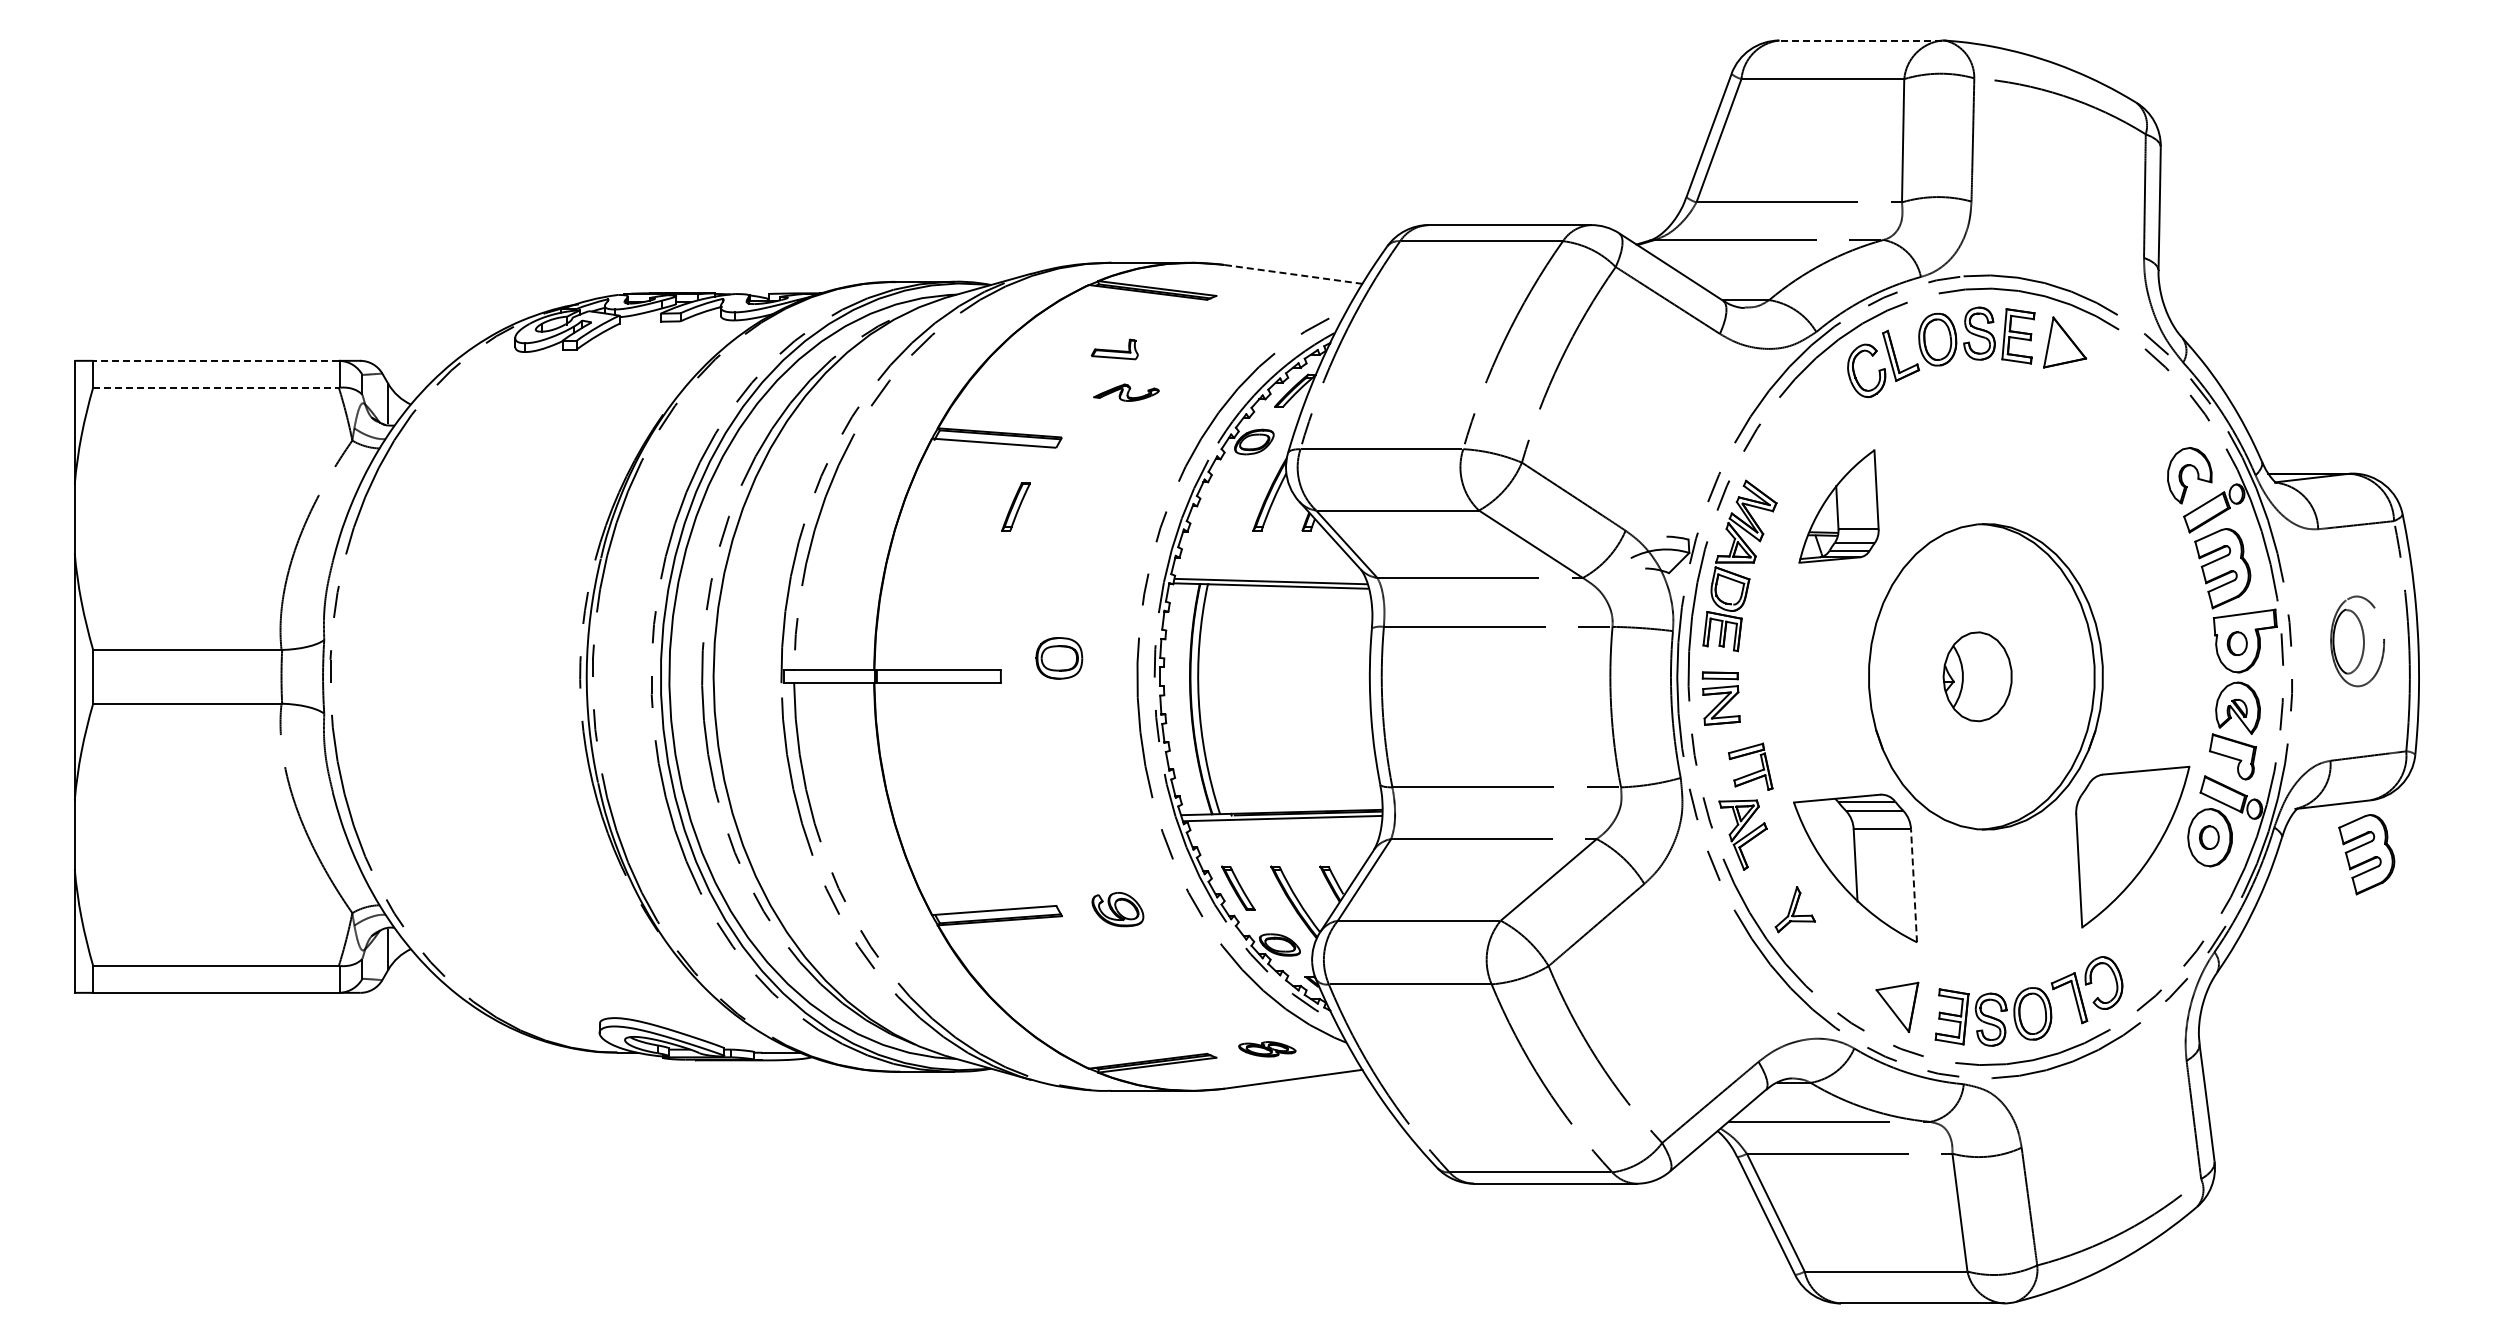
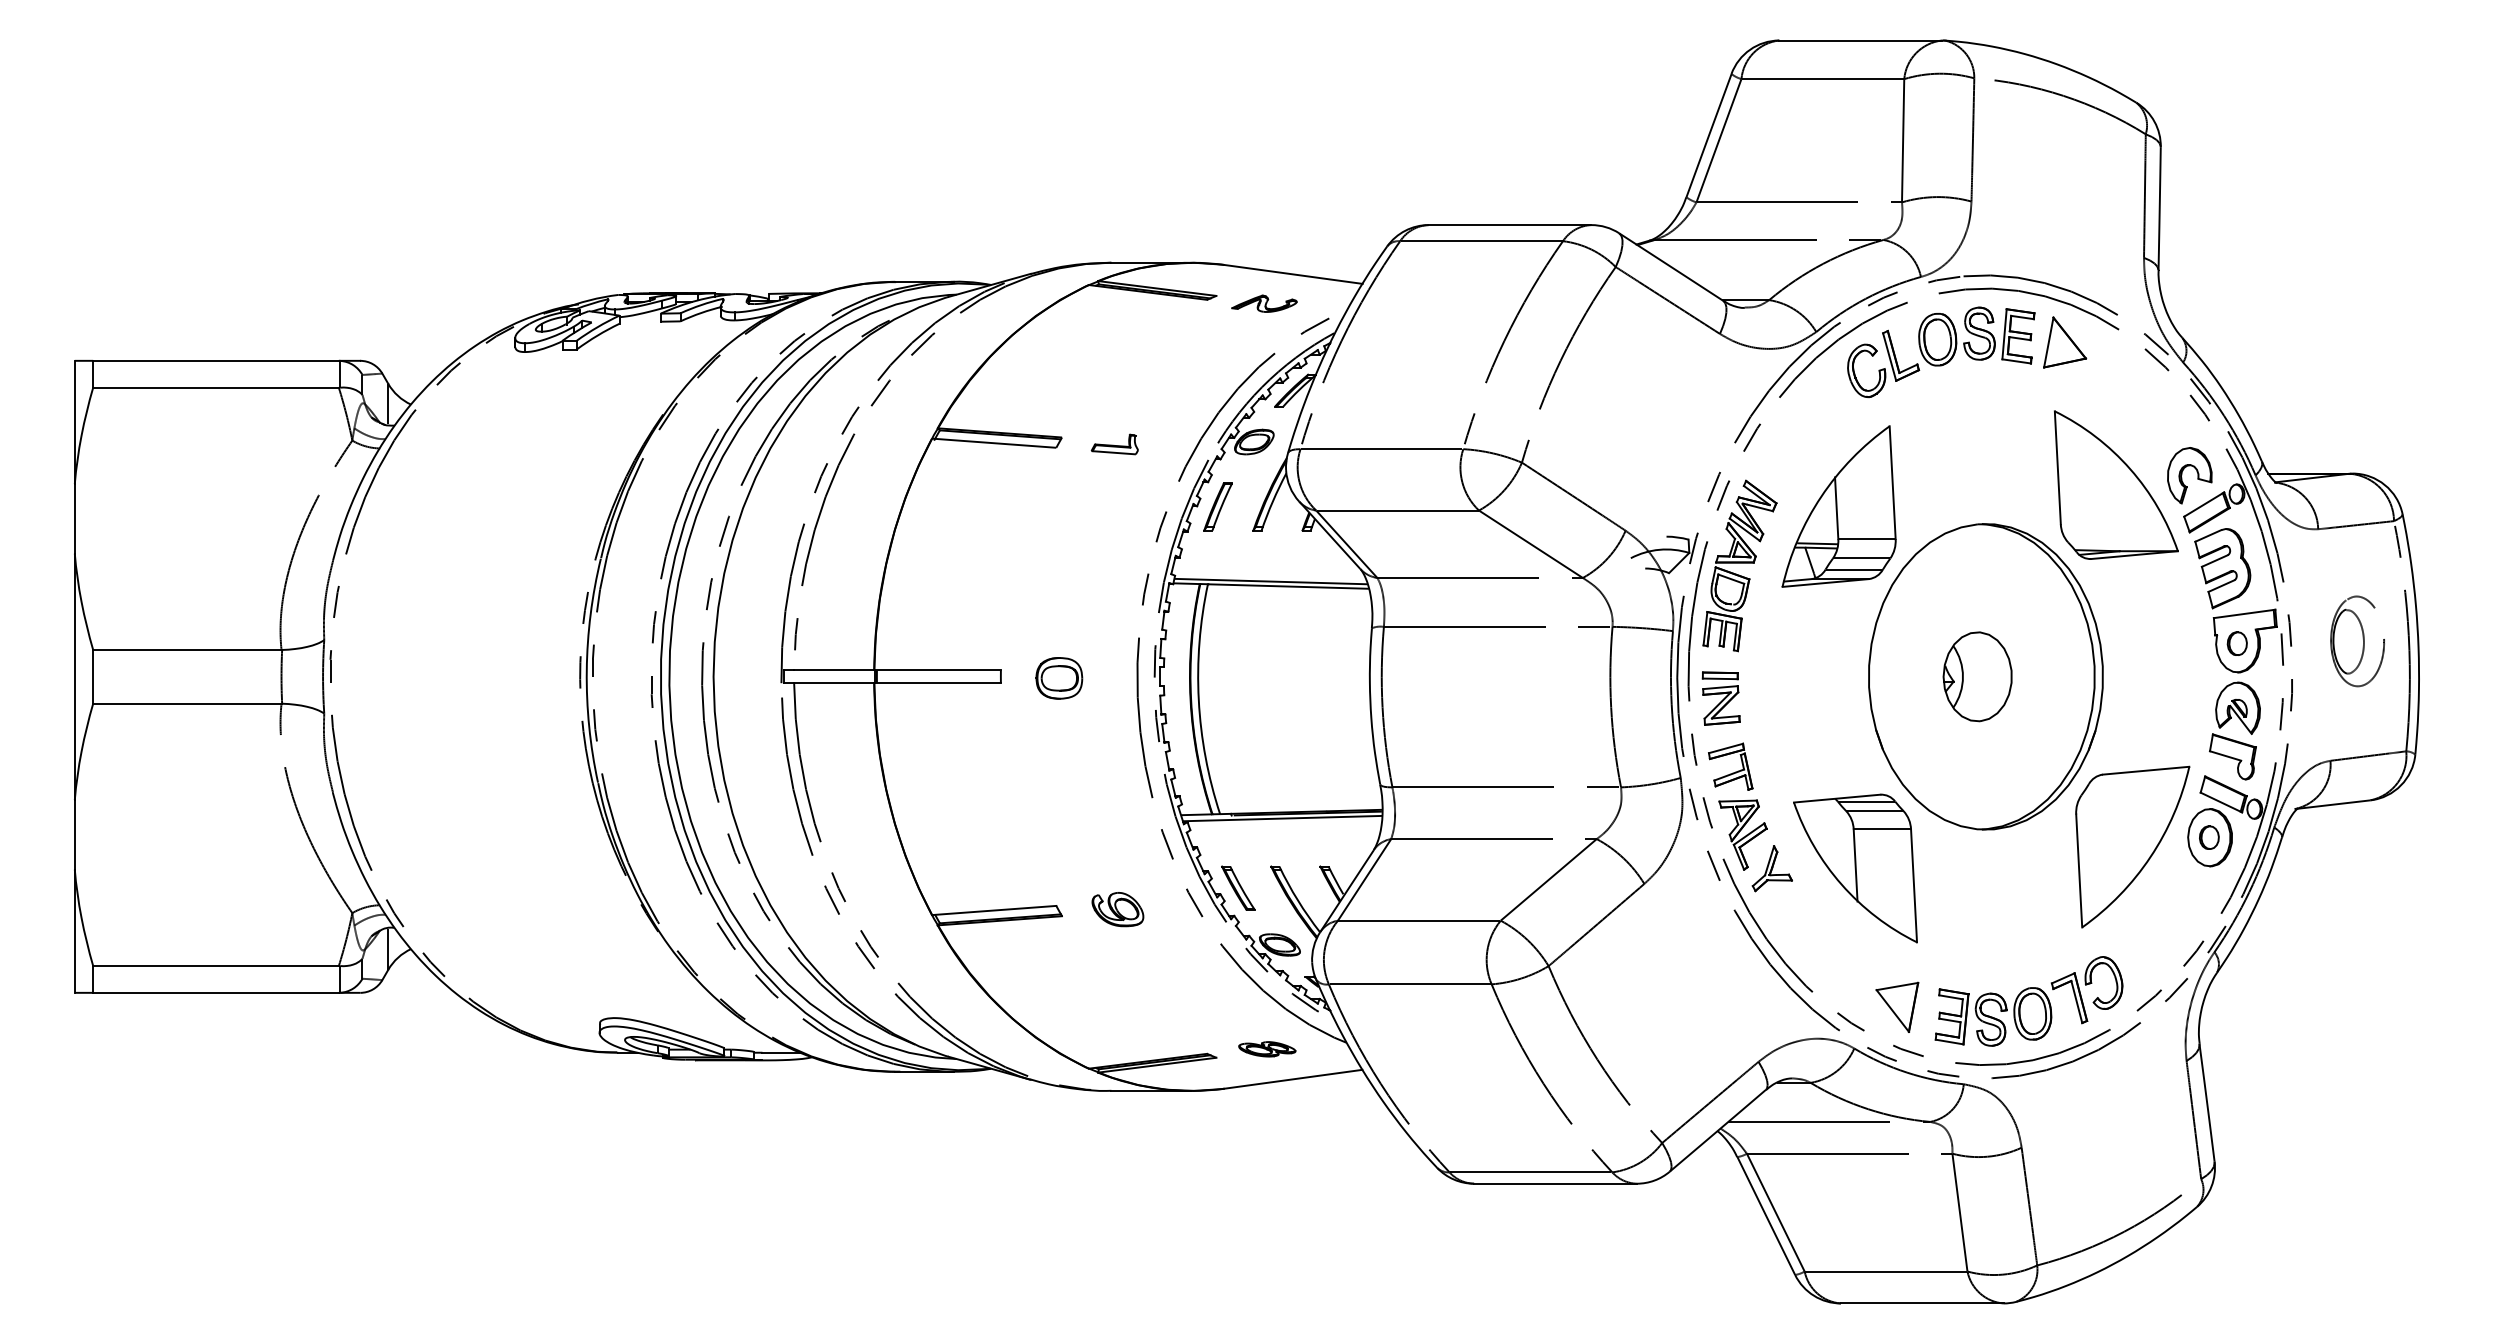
line at (1860, 40): dashed -> solid
line at (1293, 274): dashed -> solid
part at (1114, 349) position: (1114, 349) -> (1114, 444)
line at (216, 360): dashed -> solid
line at (216, 387): dashed -> solid
part at (1126, 392) position: (1126, 392) -> (1264, 303)
part at (2116, 484): none -> present
part at (1015, 506) position: (1015, 506) -> (1217, 506)
part at (1838, 506) size: 82x115 px -> 116x163 px
part at (1059, 658) position: (1059, 658) -> (1059, 678)
part at (1752, 772) position: (1752, 772) -> (1732, 772)
part at (2366, 854): present -> none
line at (1914, 885): dashed -> solid
part at (1794, 909) position: (1794, 909) -> (1771, 868)
